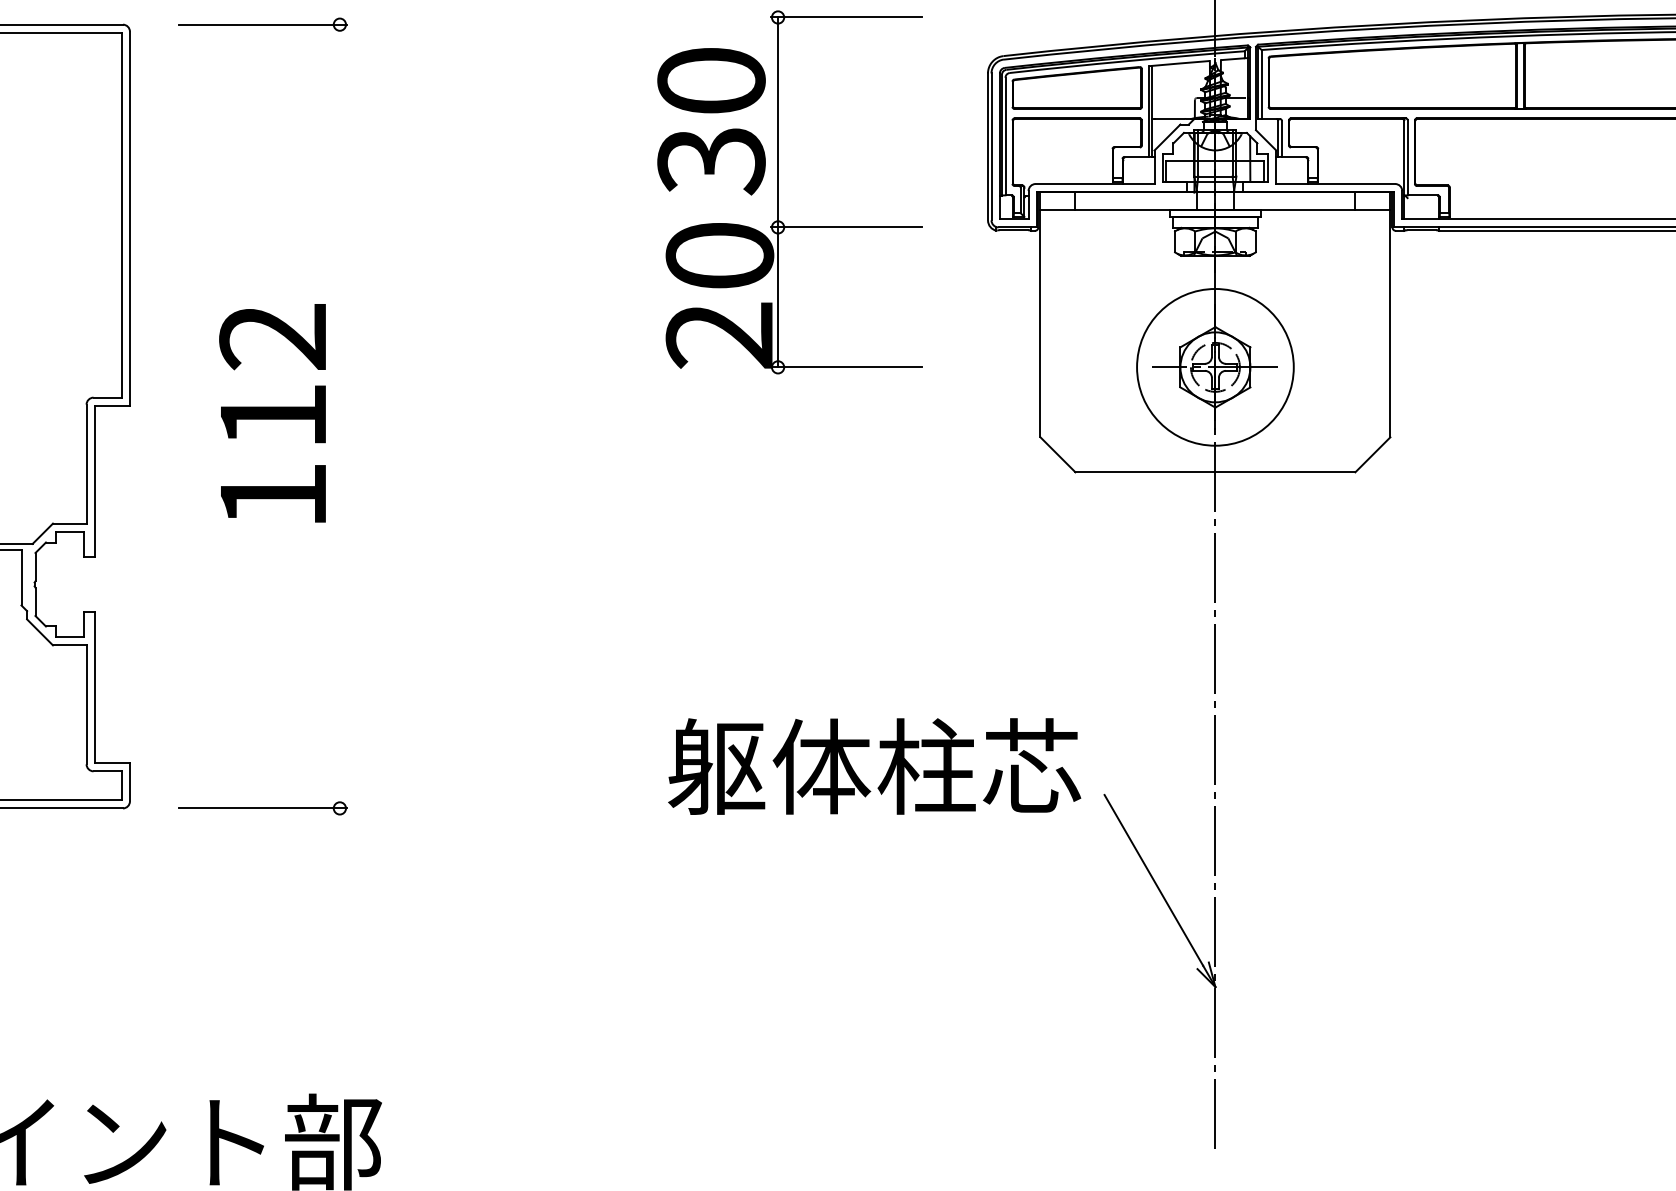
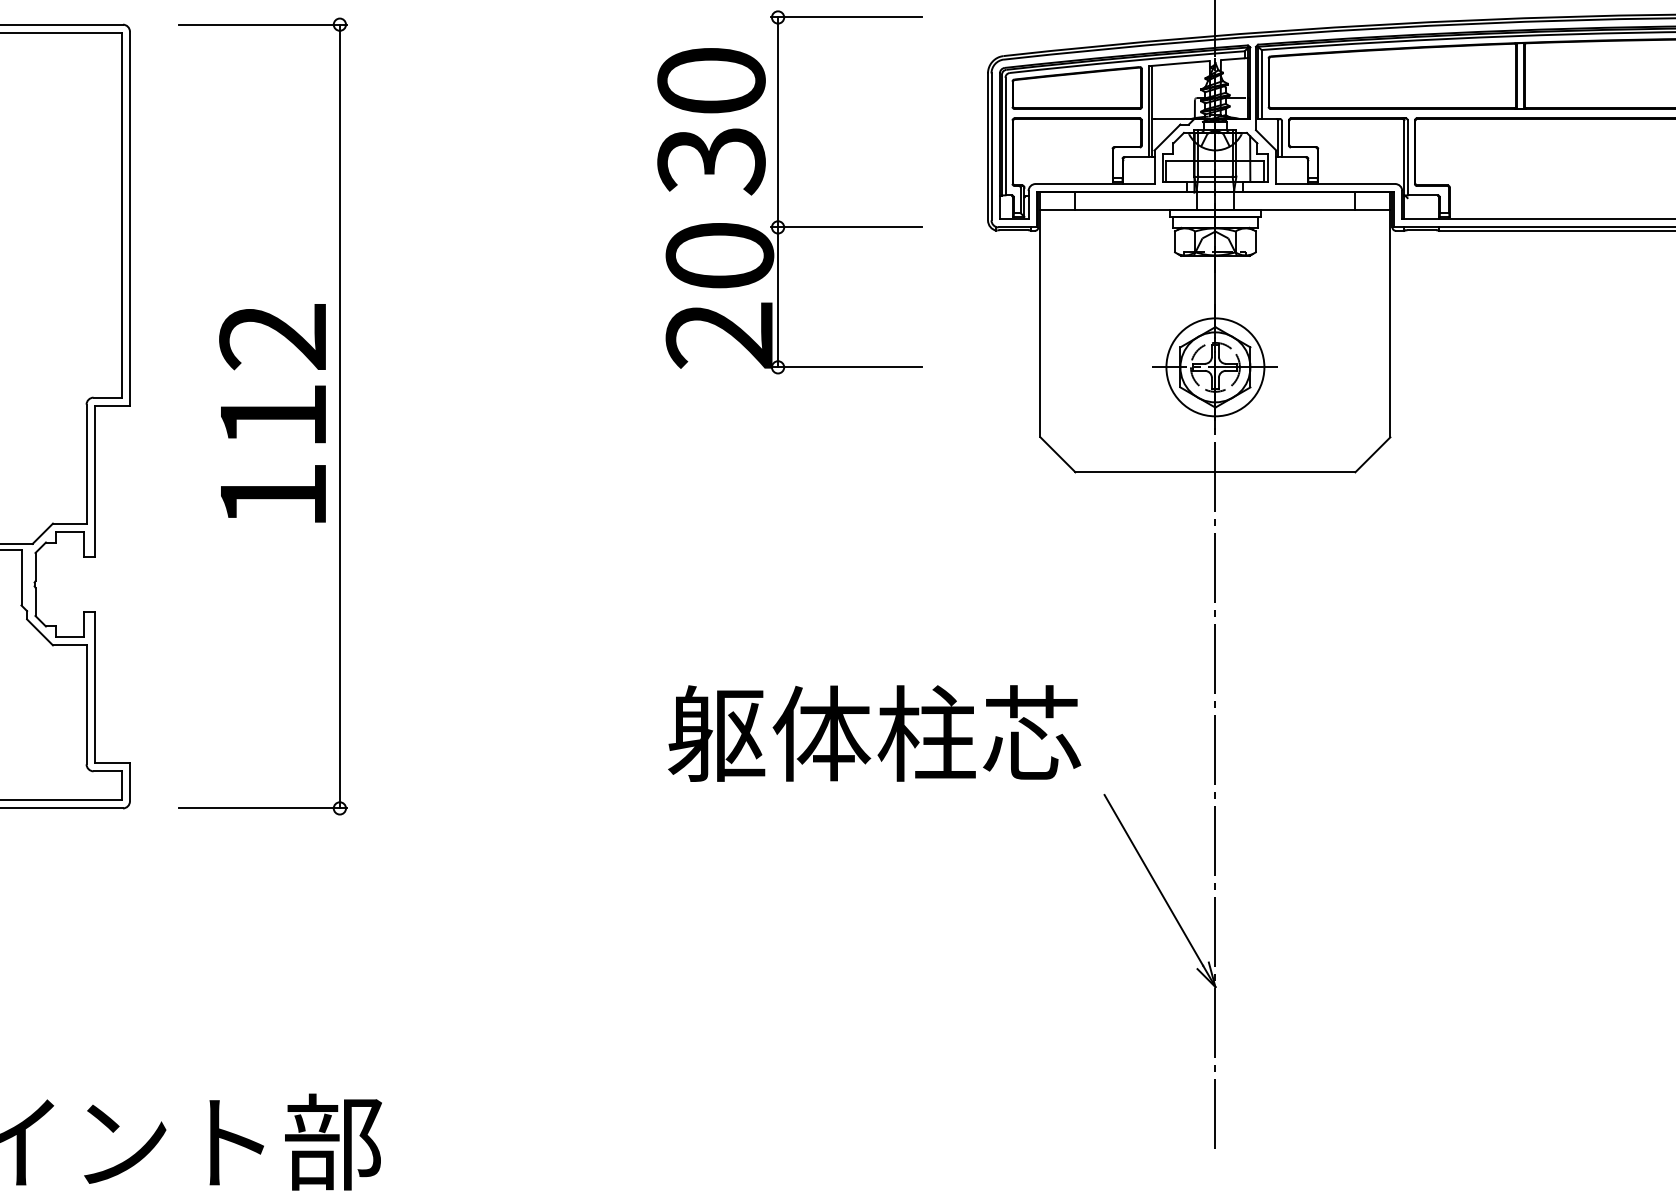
circle at (1215, 366) diameter: 157 px -> 98 px
line at (339, 416): none -> present
text at (874, 766) position: (874, 766) -> (874, 733)
